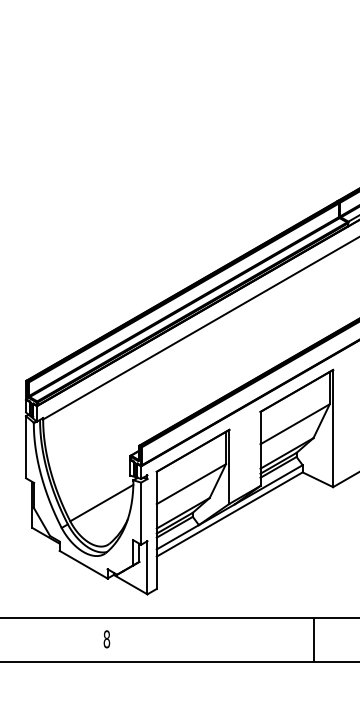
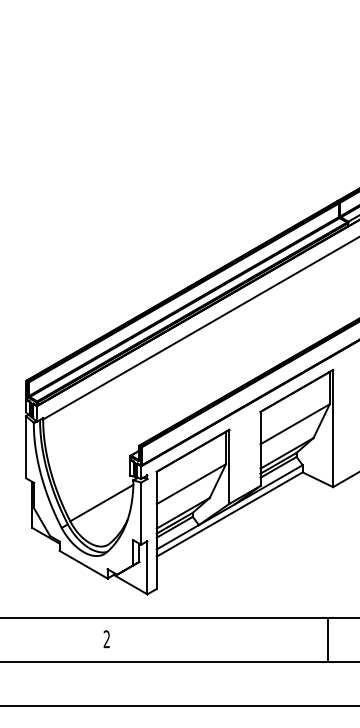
text at (106, 639): 8 -> 2
line at (313, 640) position: (313, 640) -> (327, 640)
line at (179, 706): none -> present
